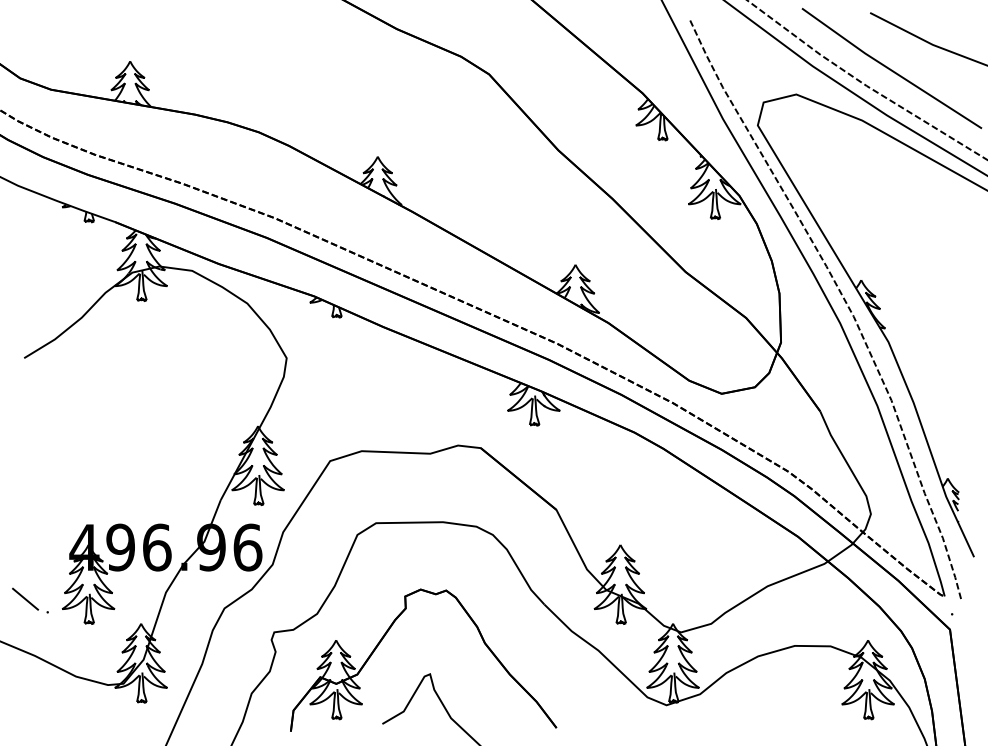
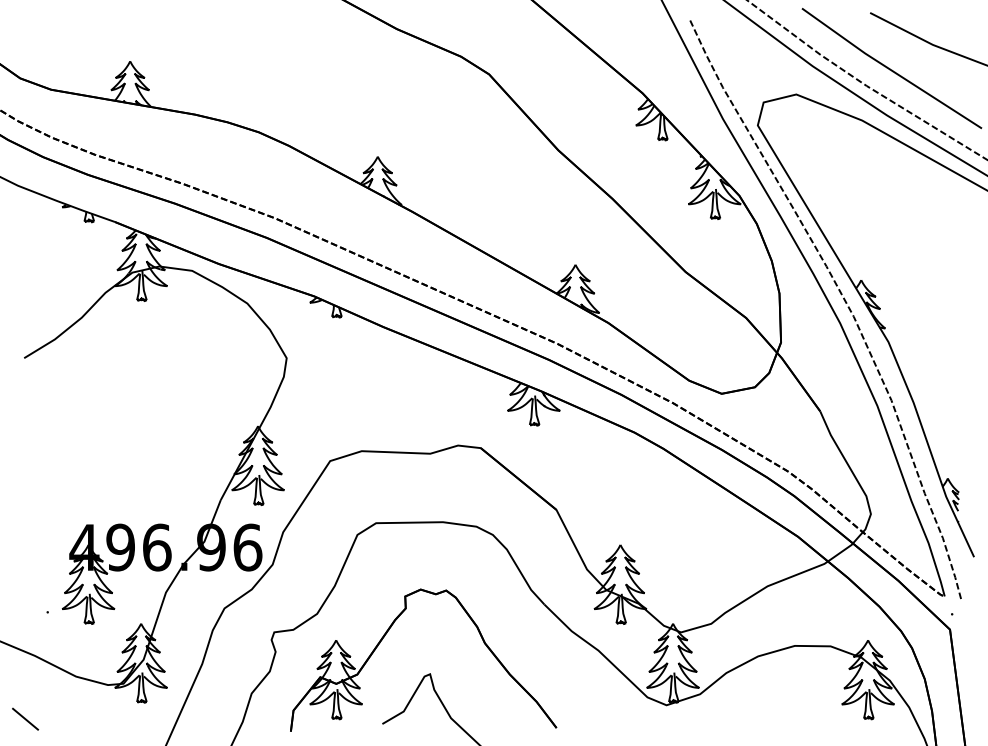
line at (25, 598) position: (25, 598) -> (25, 718)
